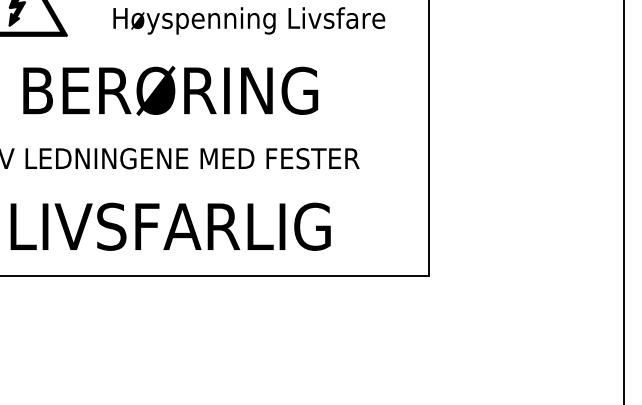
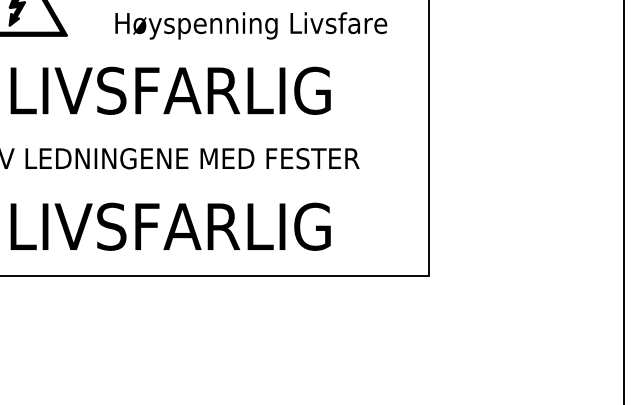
text at (249, 20) position: (249, 20) -> (251, 25)
text at (170, 90): BERØRING -> LIVSFARLIG
